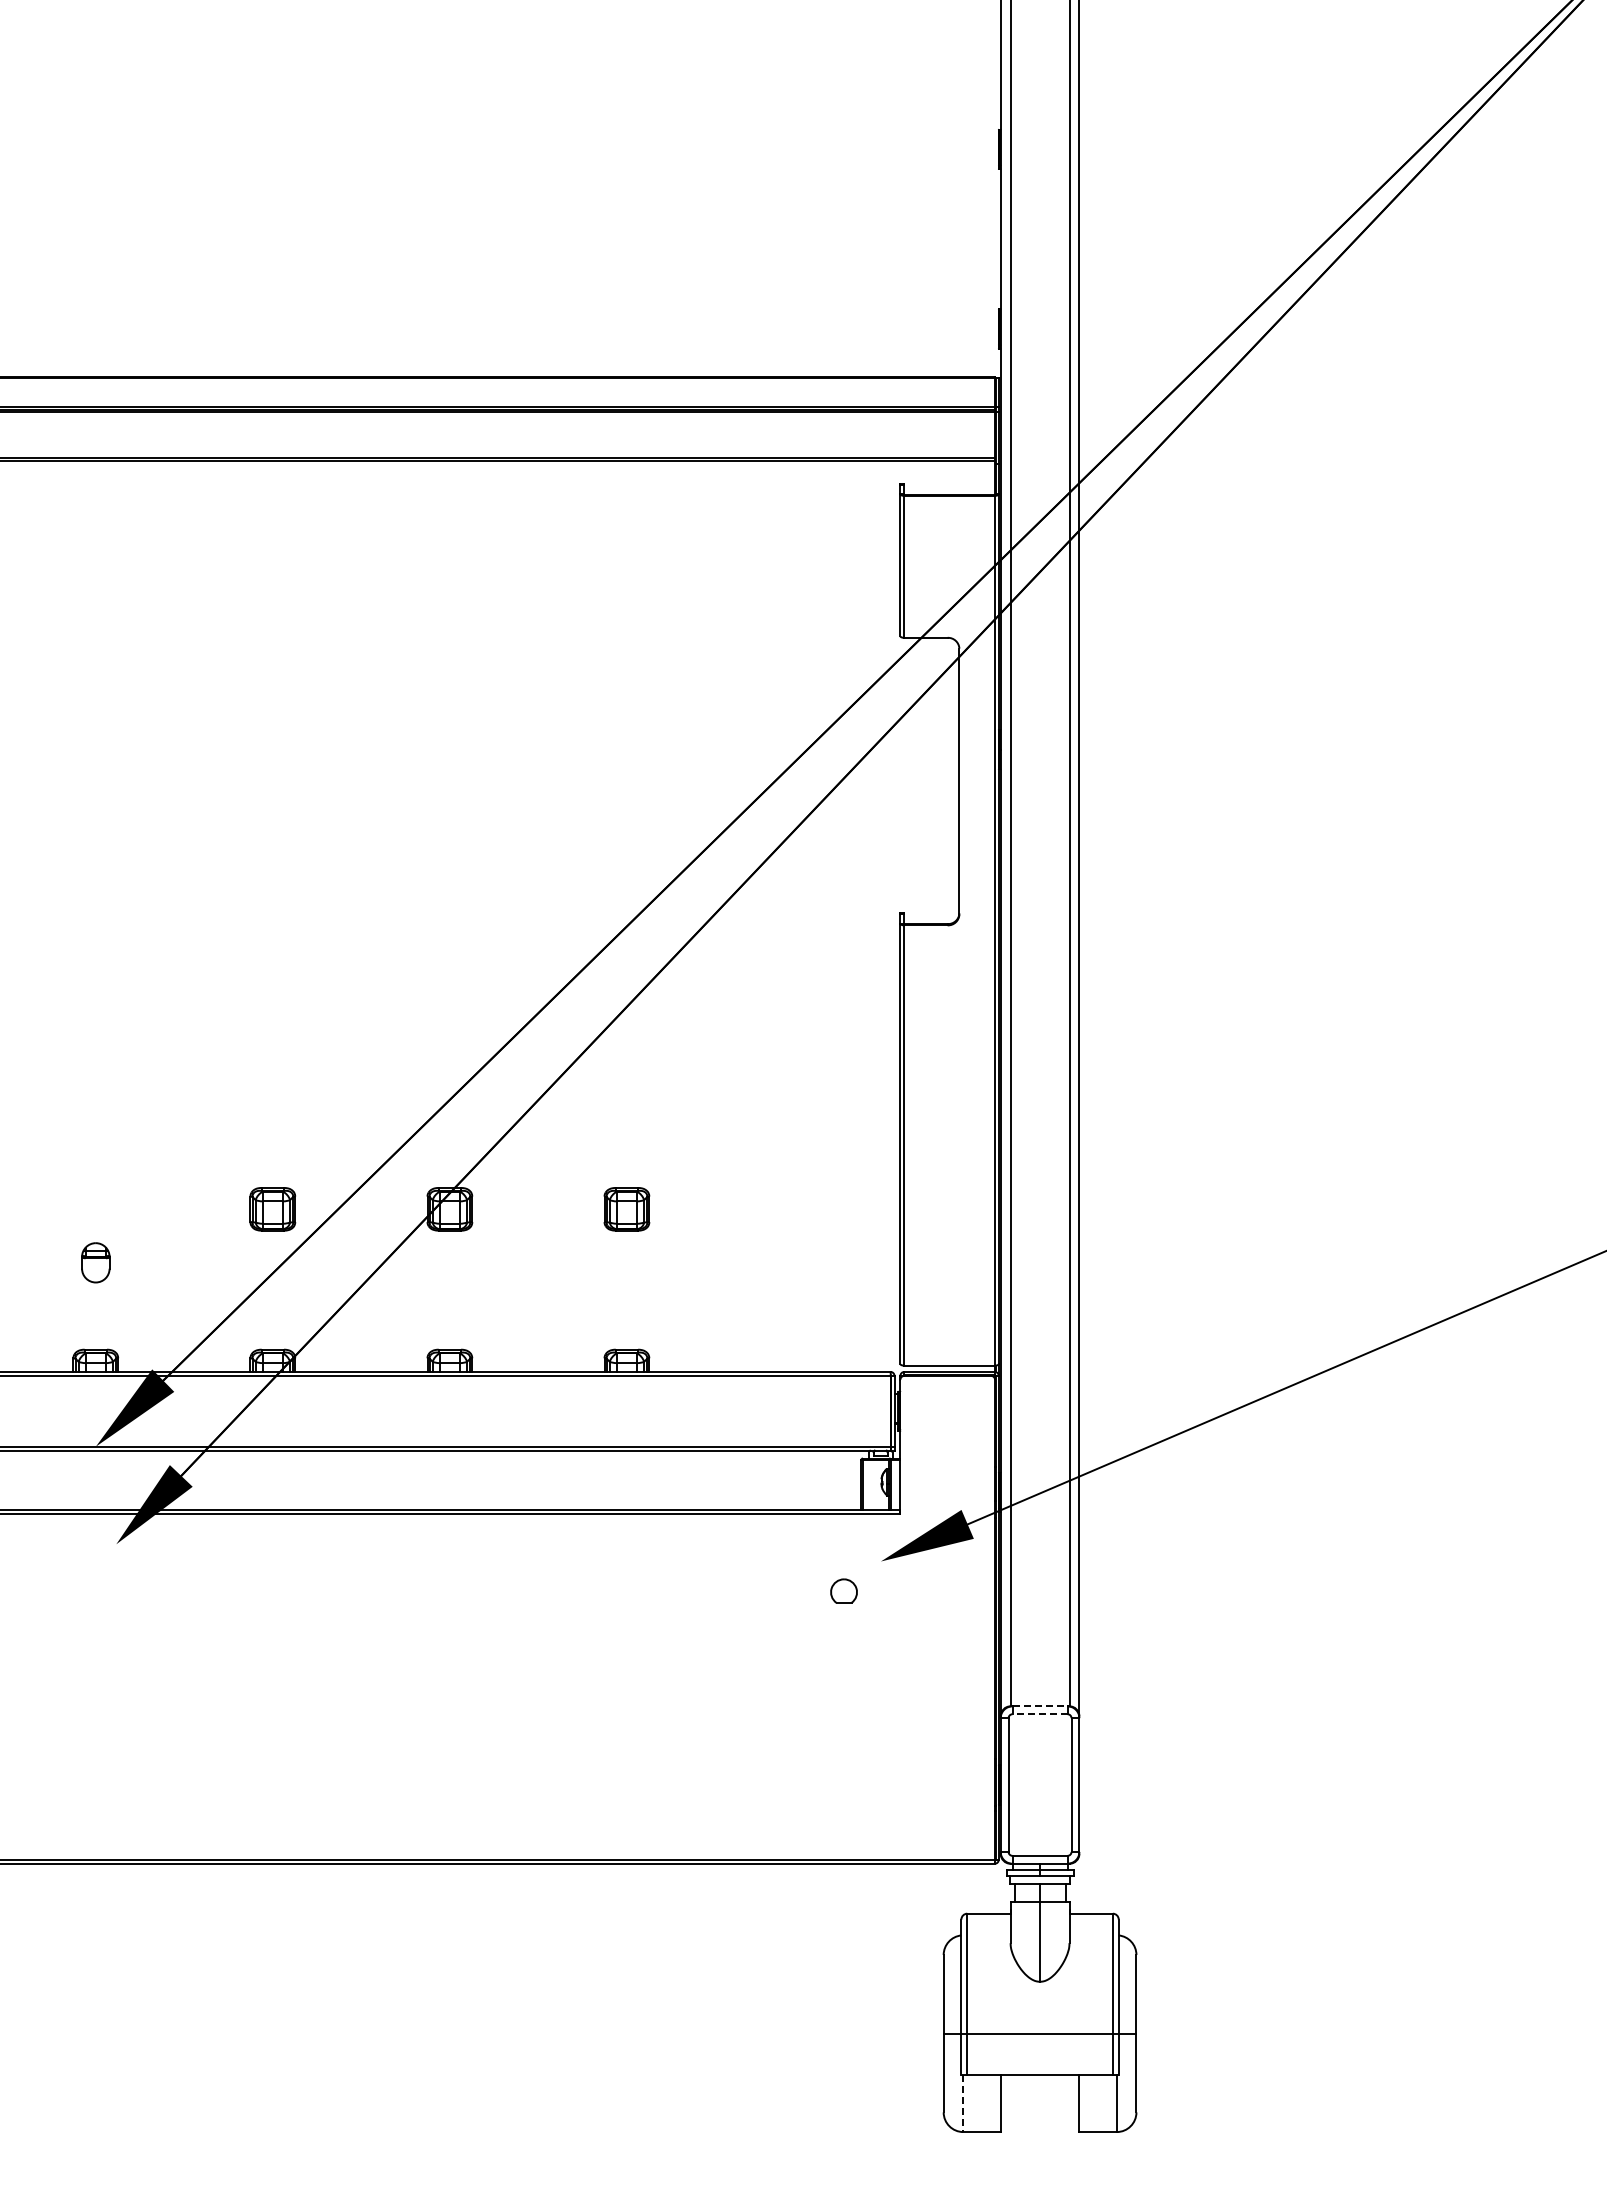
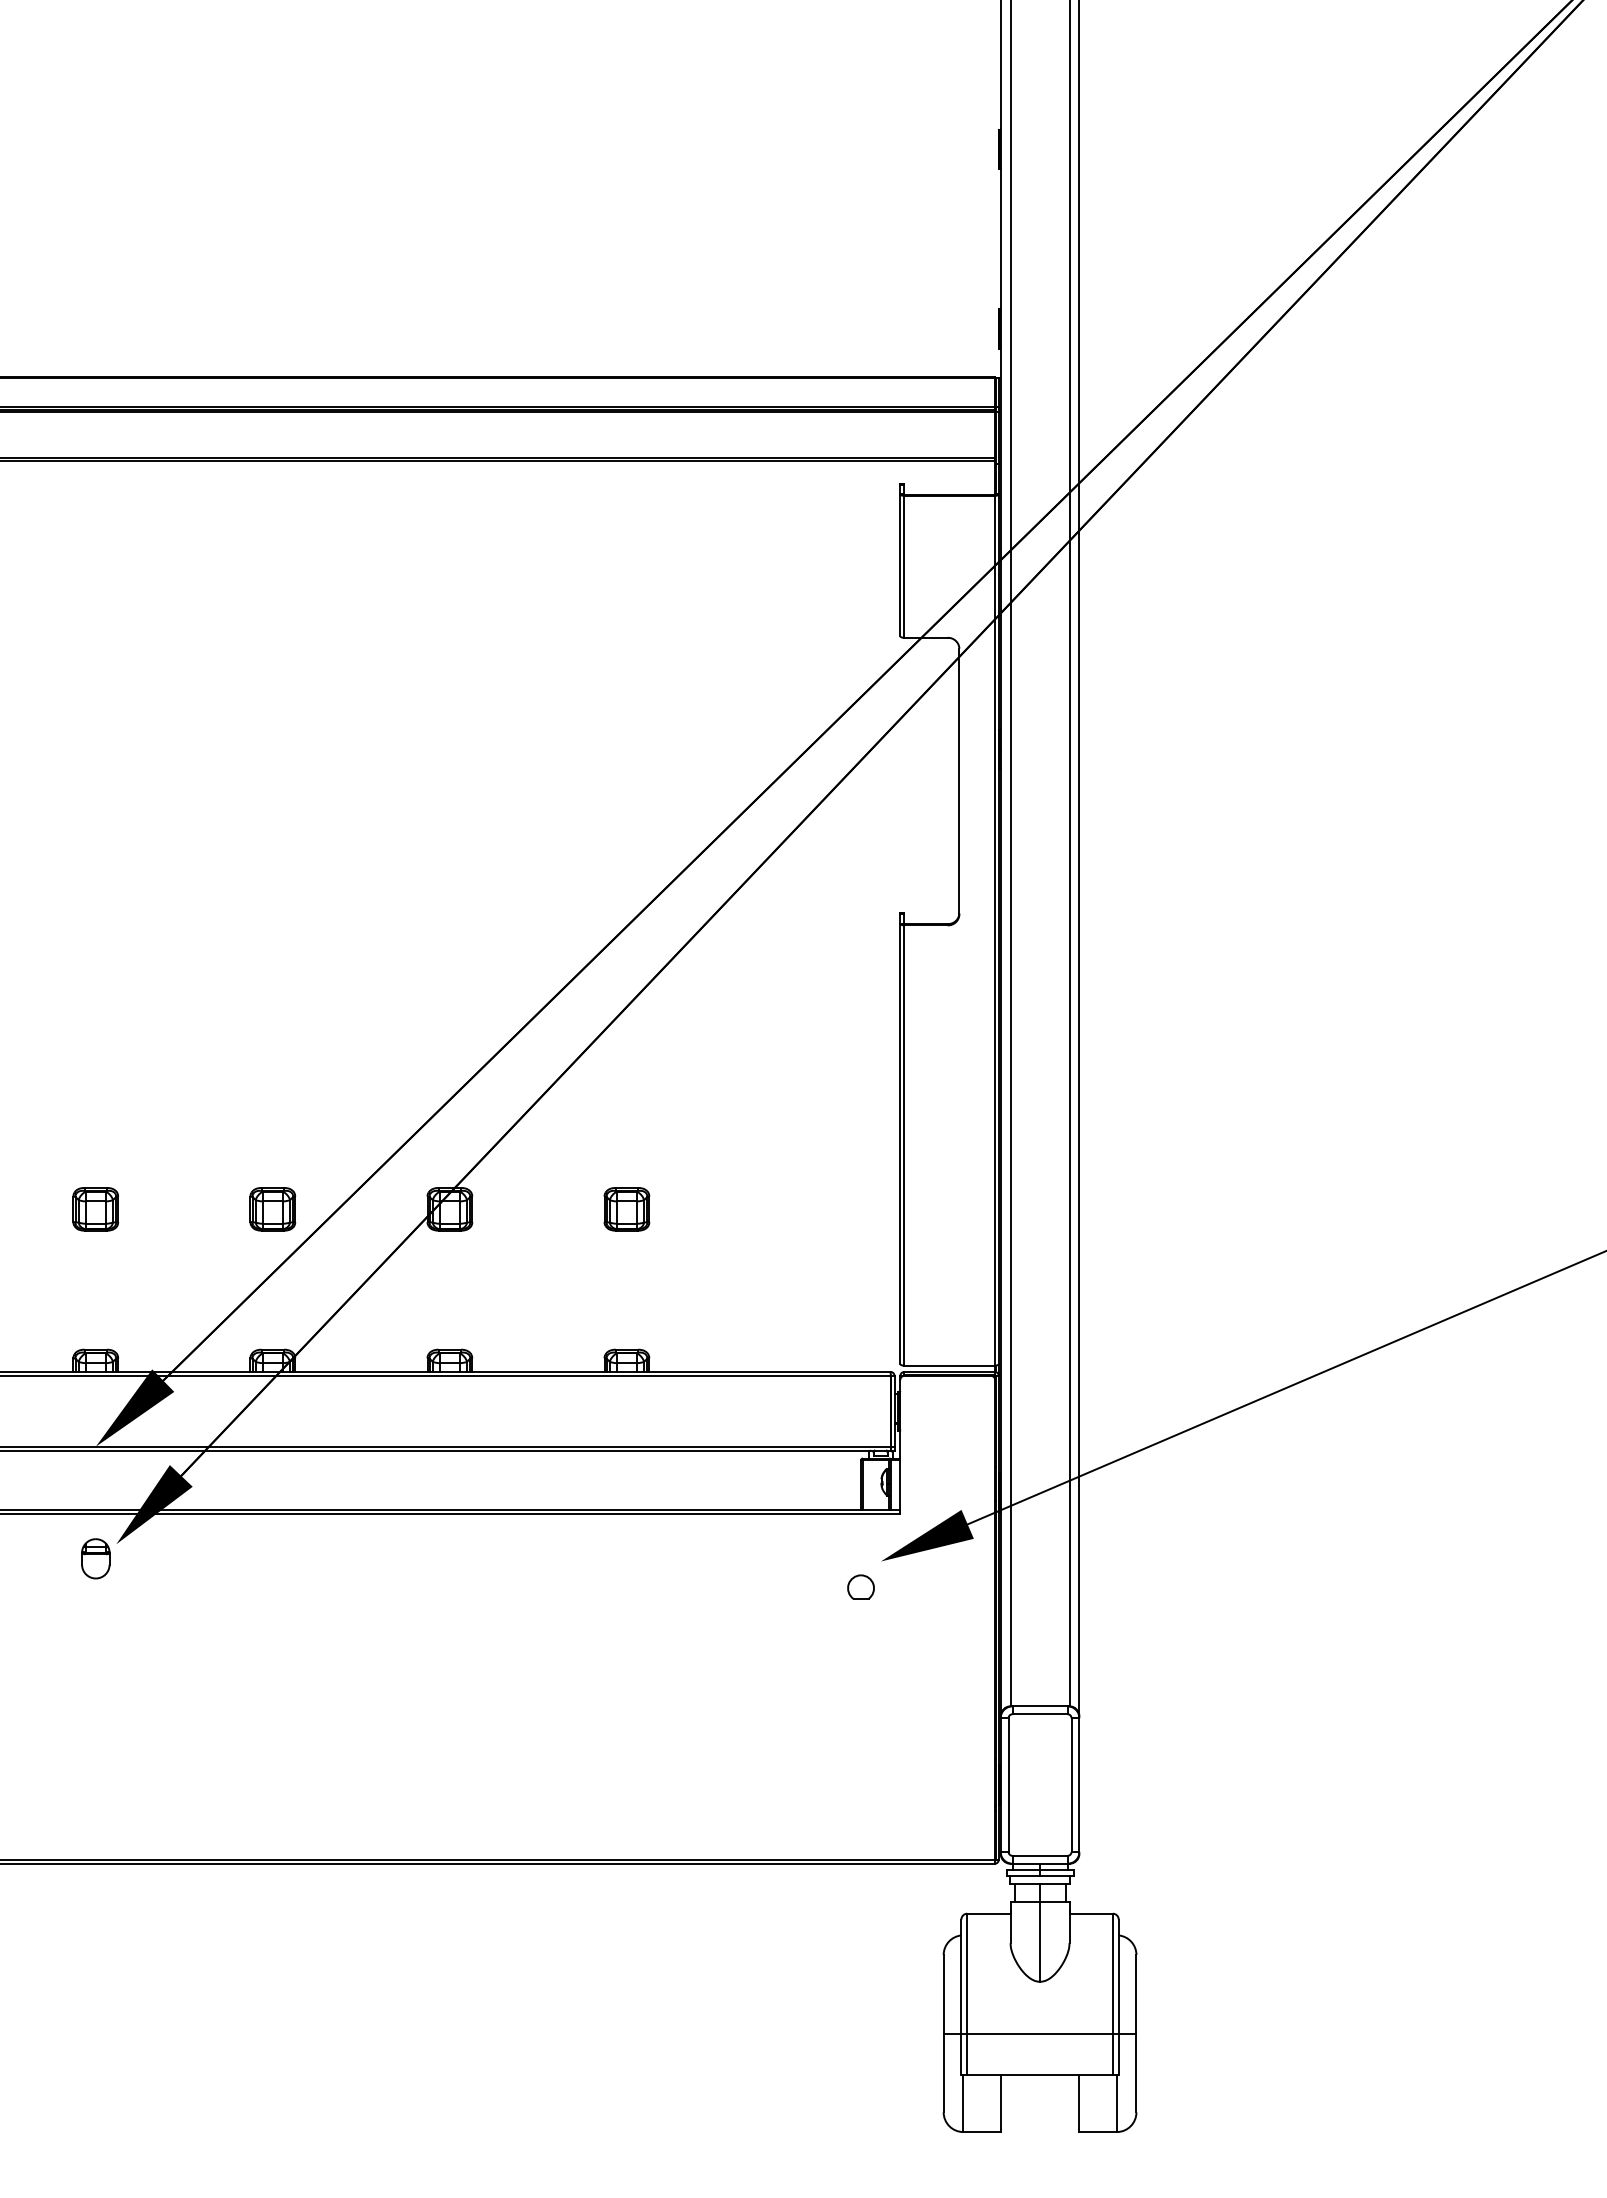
part at (95, 1209): none -> present
part at (95, 1262) position: (95, 1262) -> (95, 1558)
part at (843, 1590) position: (843, 1590) -> (860, 1586)
line at (1040, 1706): dashed -> solid
line at (1040, 1714): dashed -> solid
line at (963, 2104): dashed -> solid
